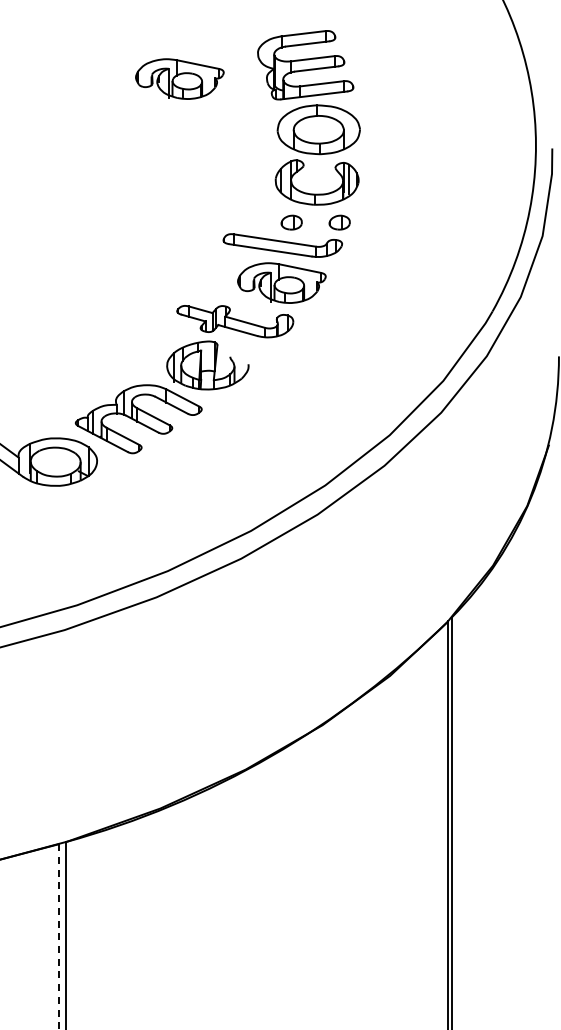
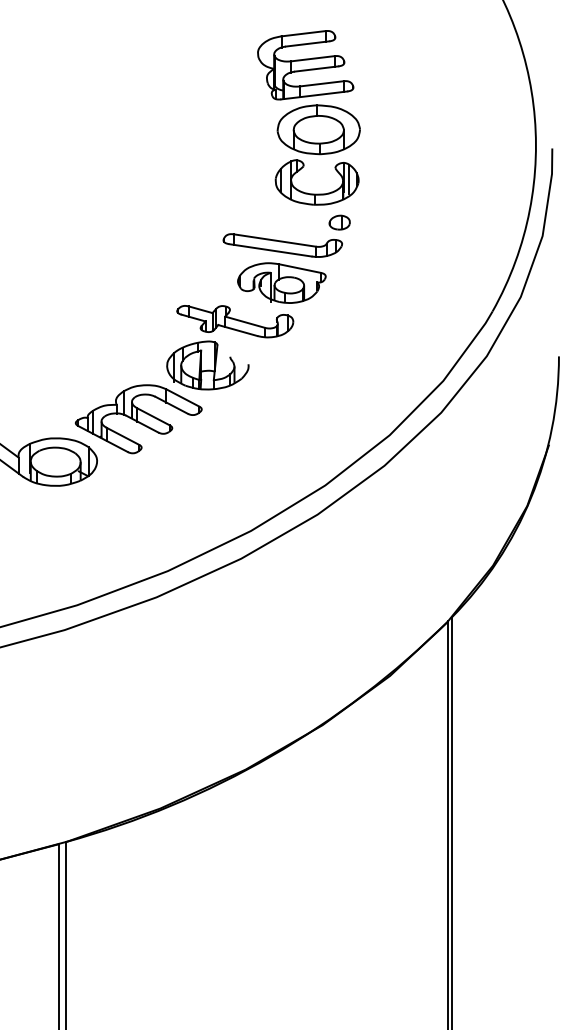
part at (179, 78): present -> none
part at (291, 222): present -> none
line at (59, 937): dashed -> solid
